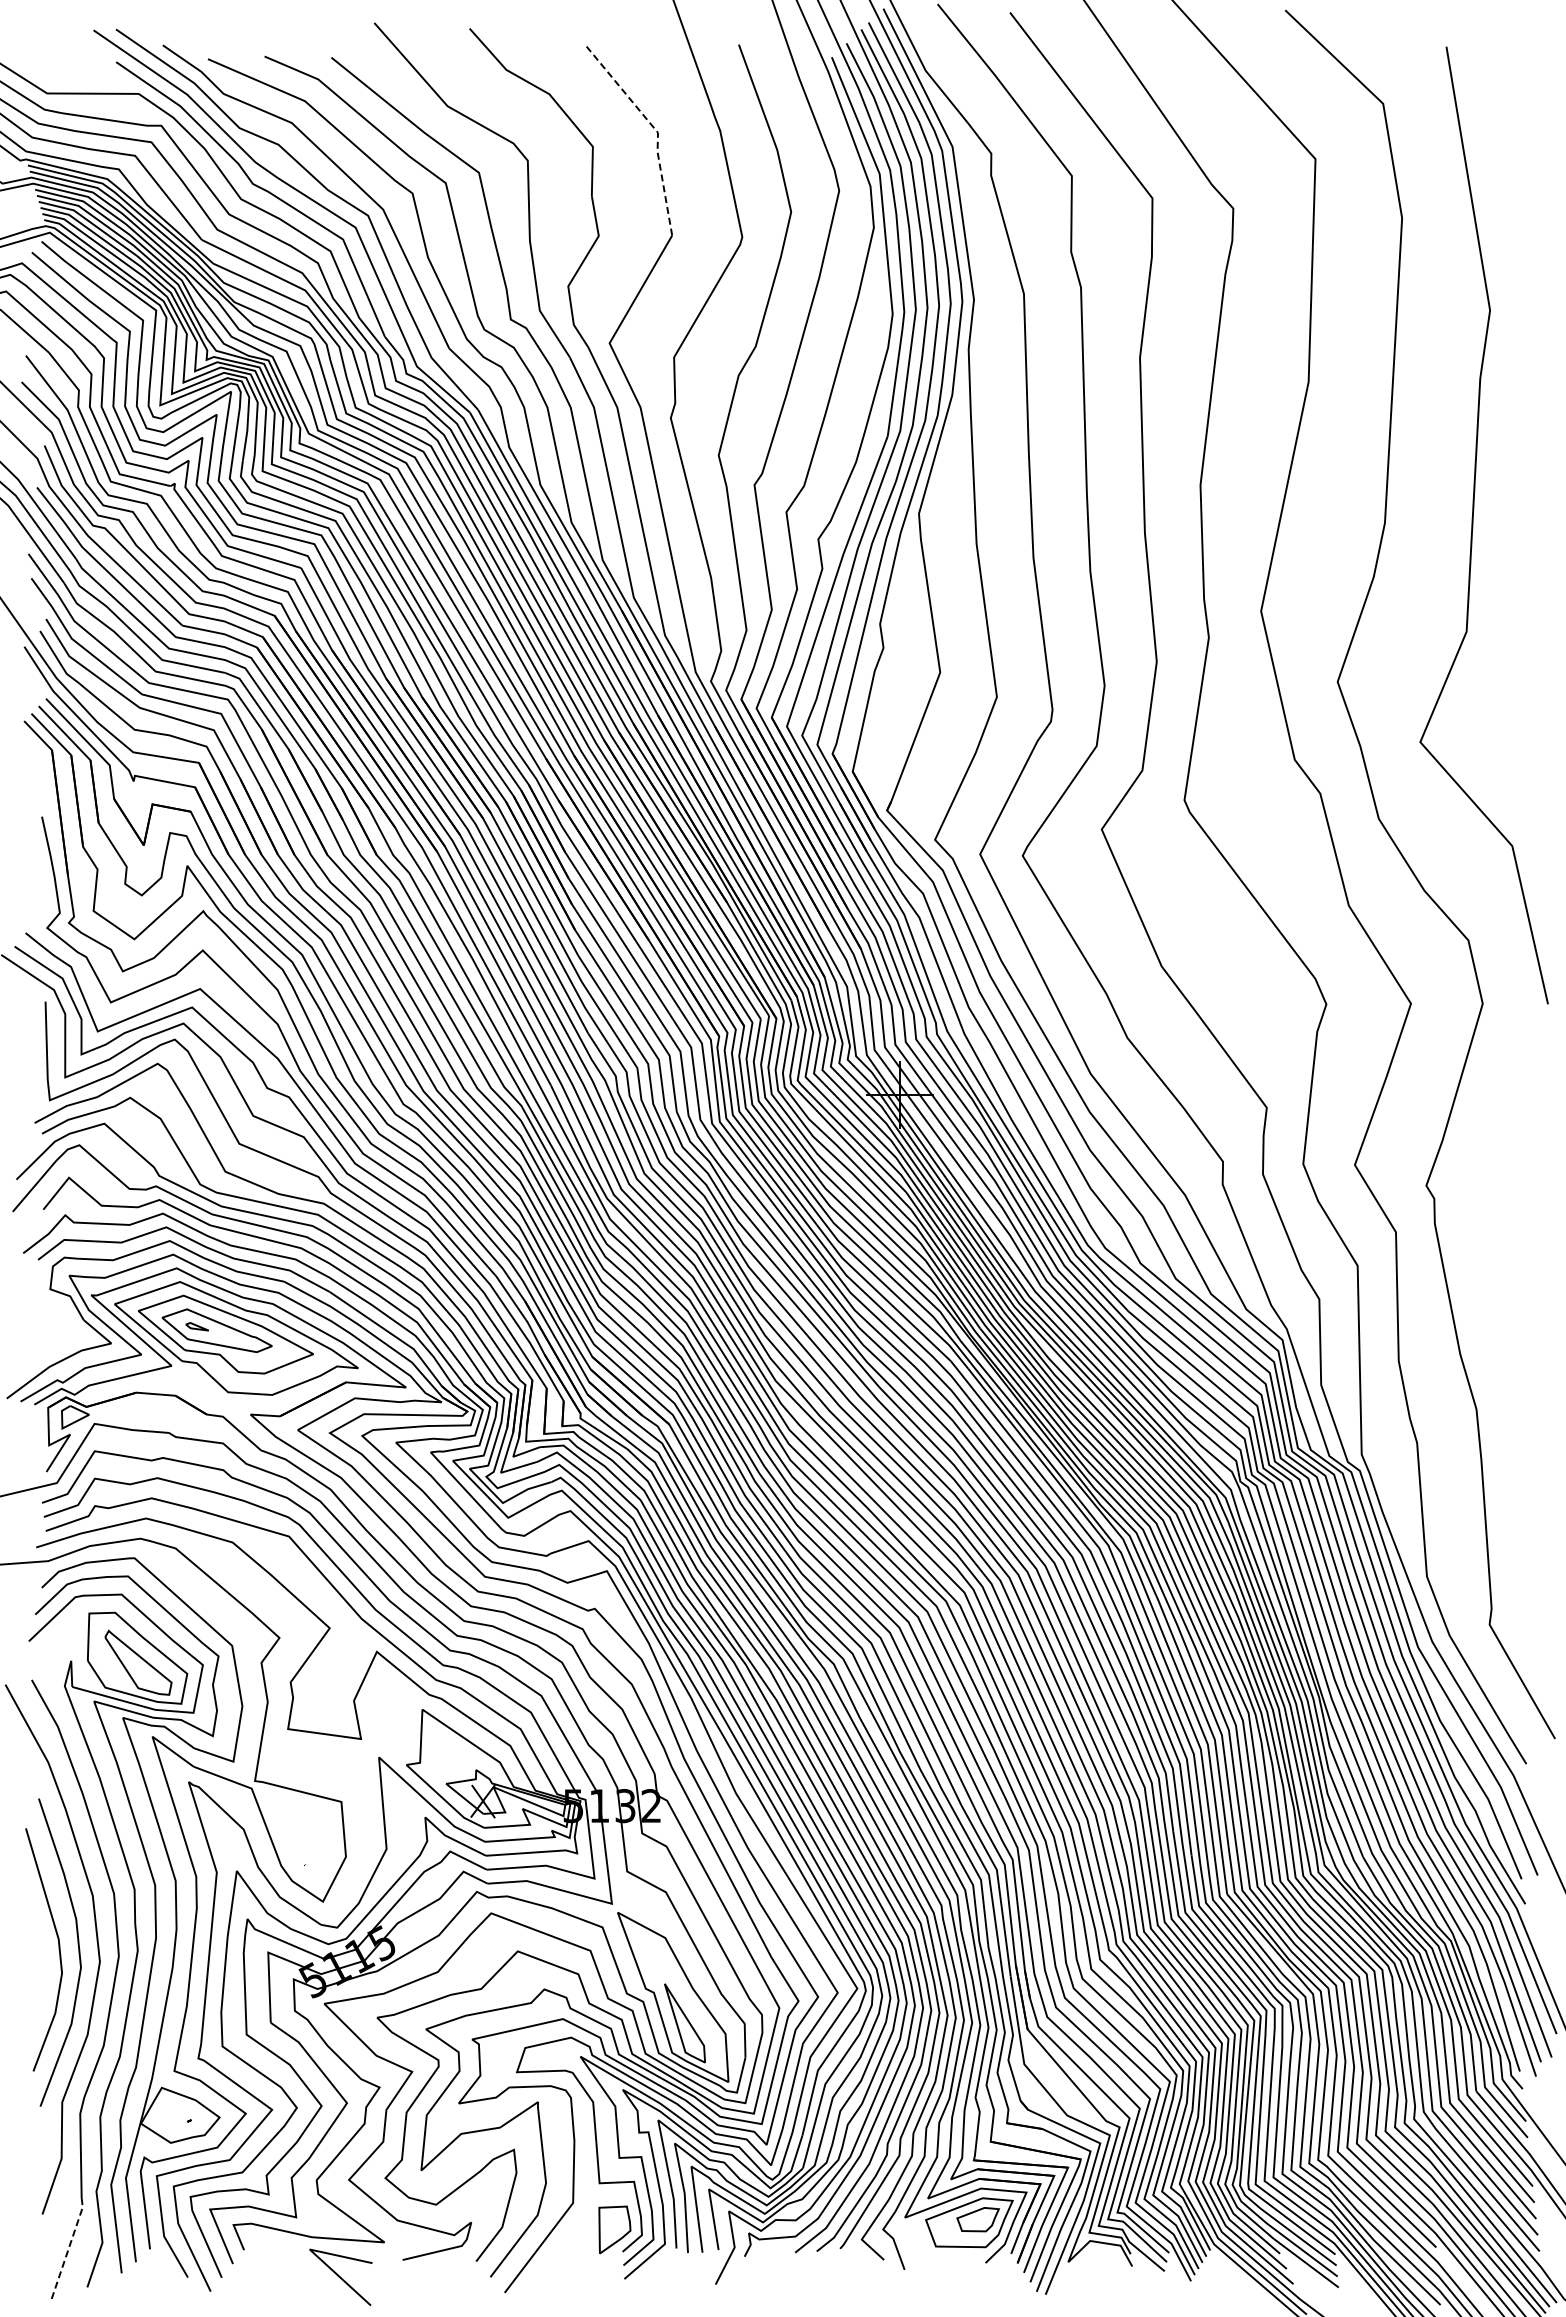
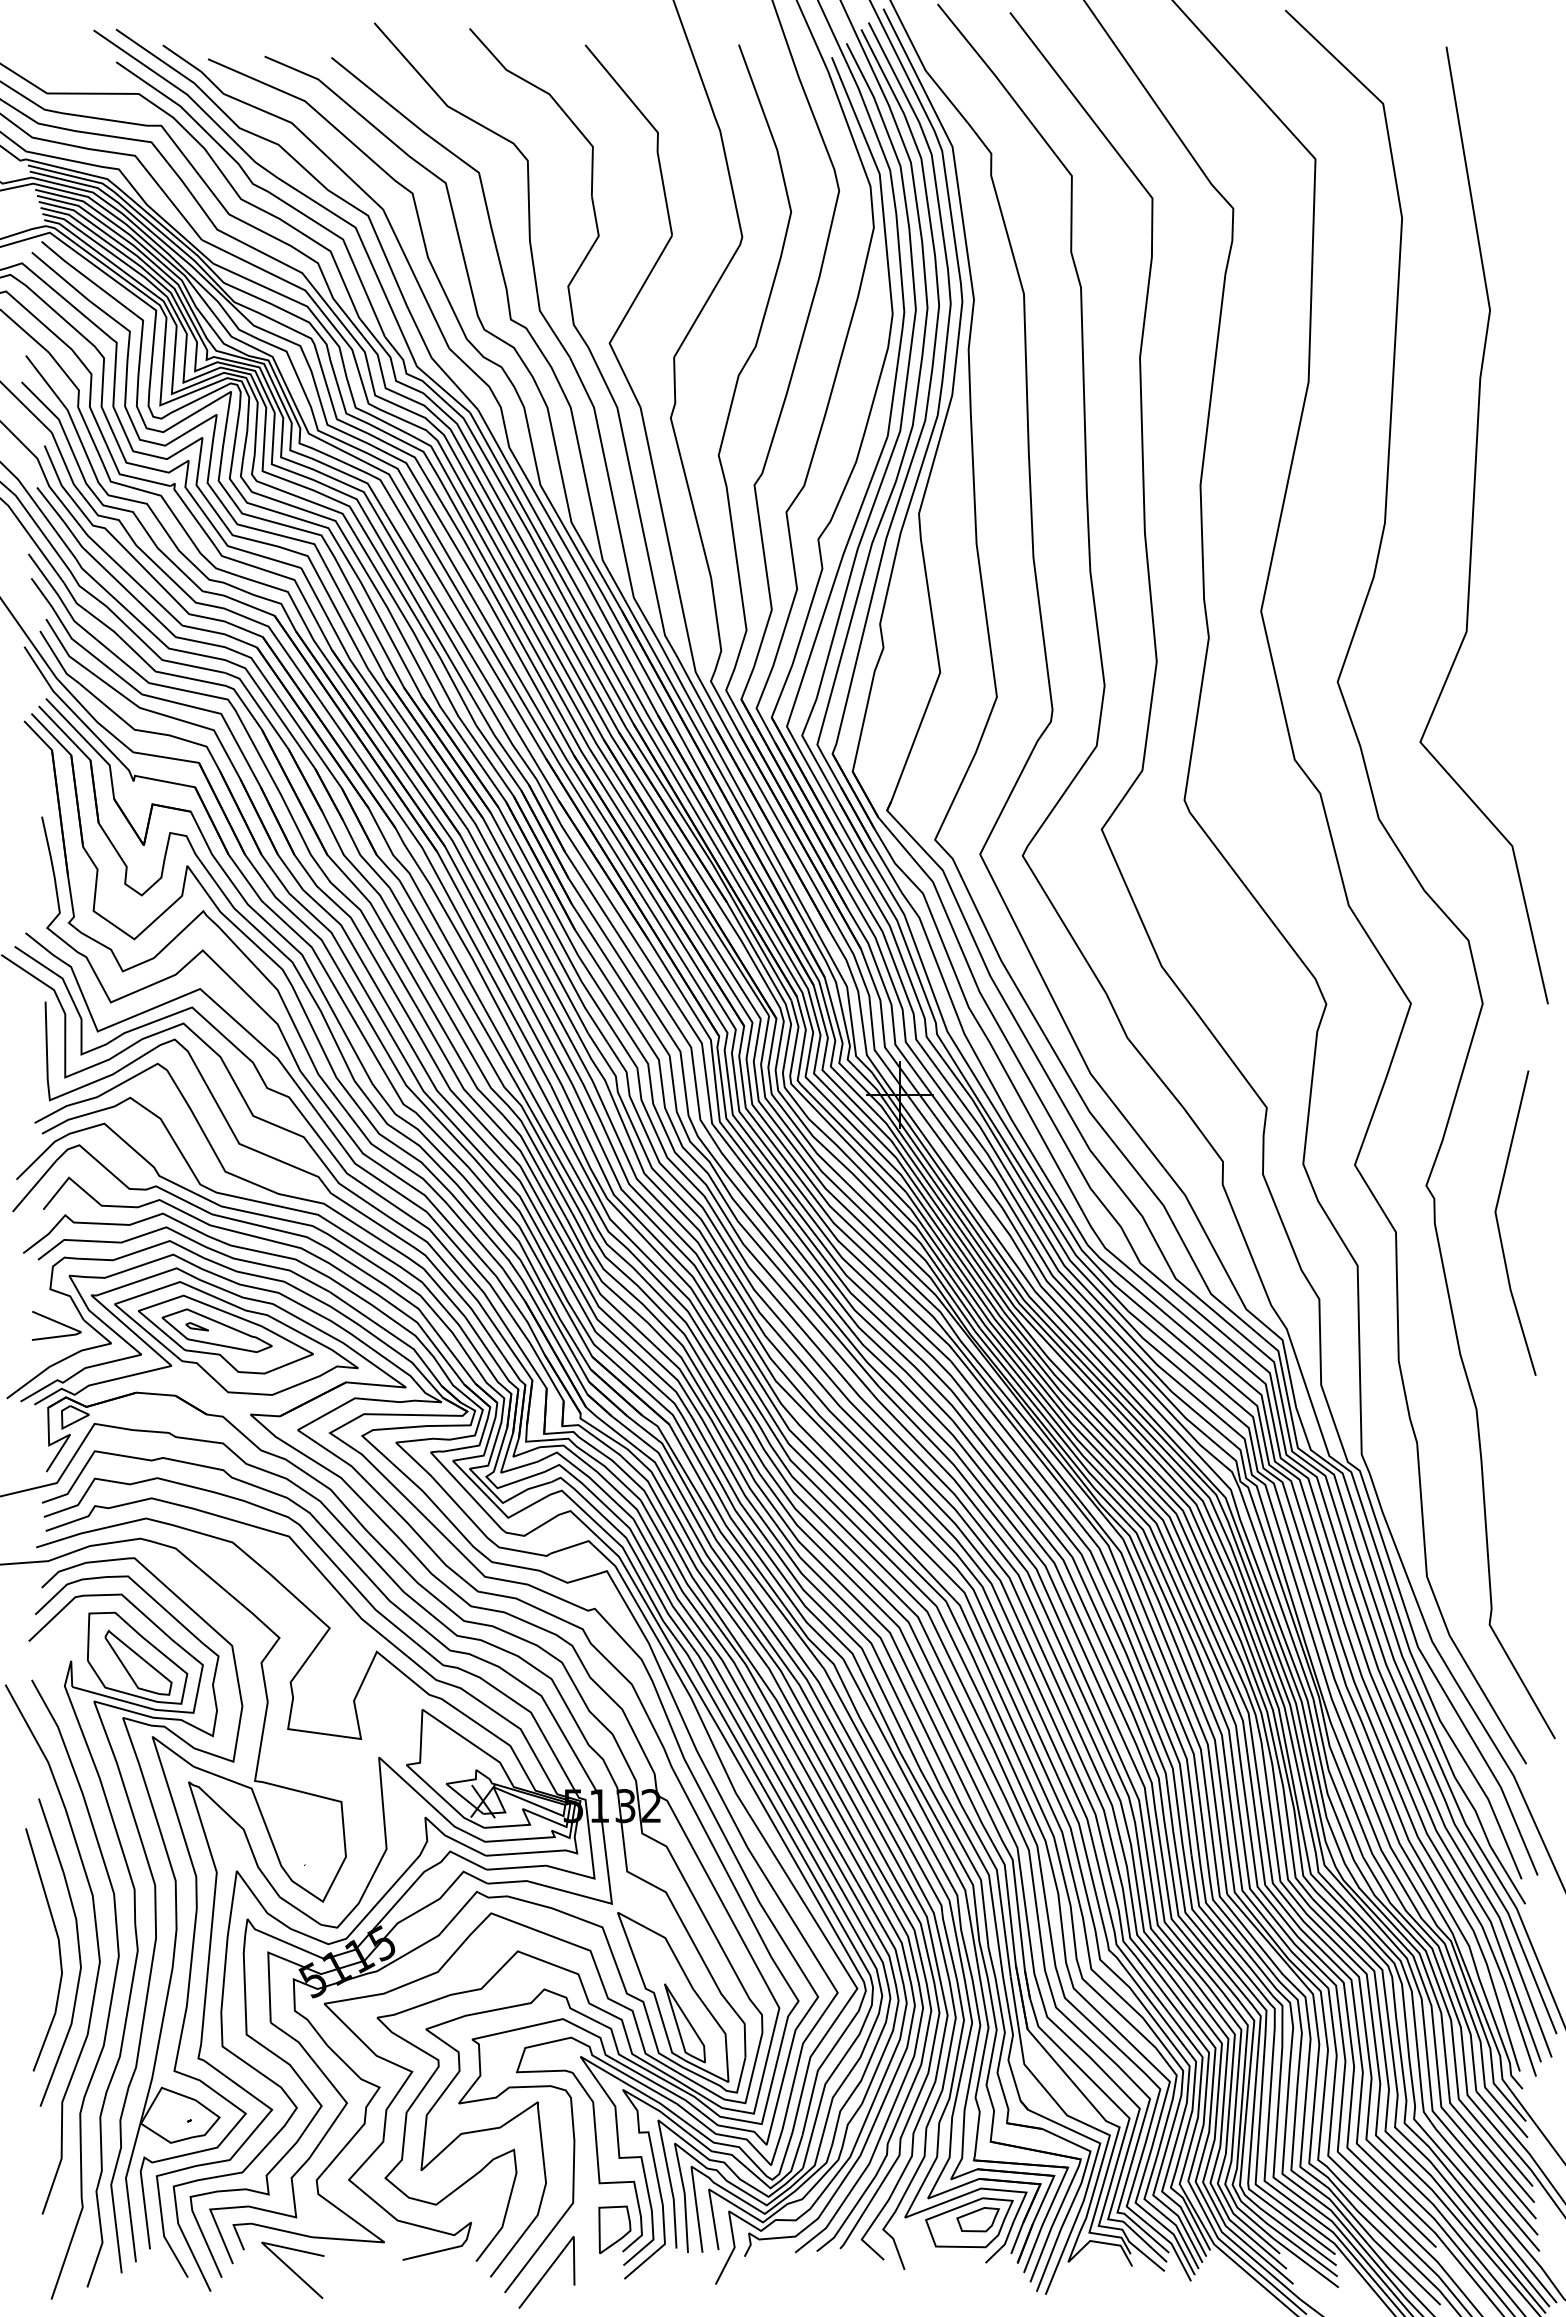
line at (655, 129): dashed -> solid
line at (1499, 1226): none -> present
line at (57, 1323): none -> present
line at (68, 2248): dashed -> solid
line at (546, 2272): none -> present
line at (340, 2276) position: (340, 2276) -> (292, 2269)
